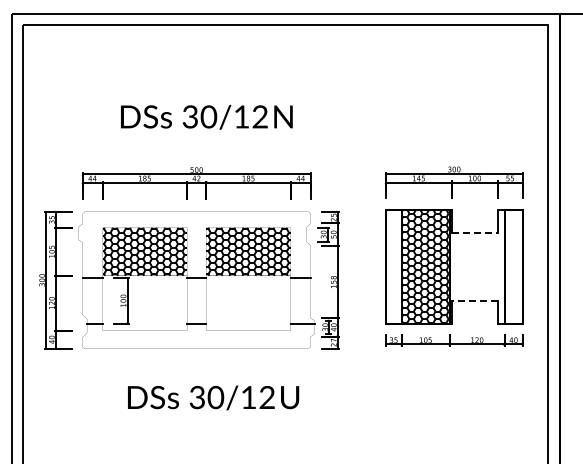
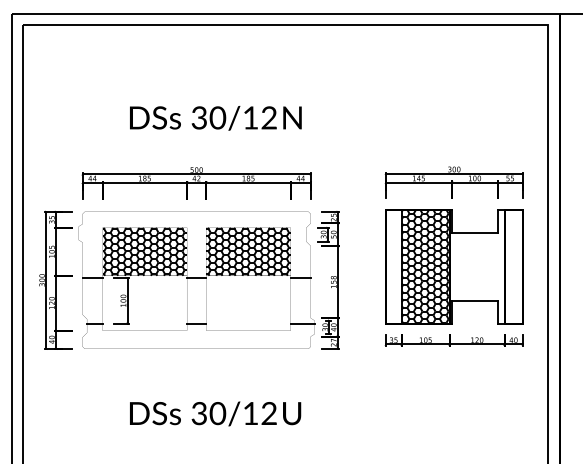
text at (206, 117) position: (206, 117) -> (215, 118)
line at (474, 232): dashed -> solid
line at (474, 301): dashed -> solid
text at (213, 397) position: (213, 397) -> (215, 413)
